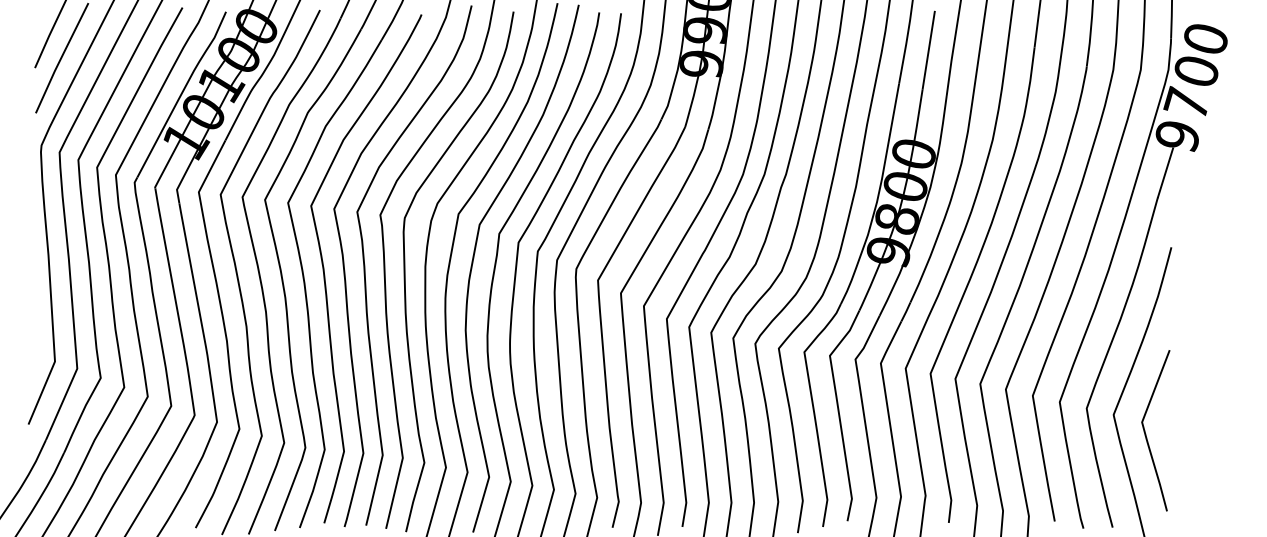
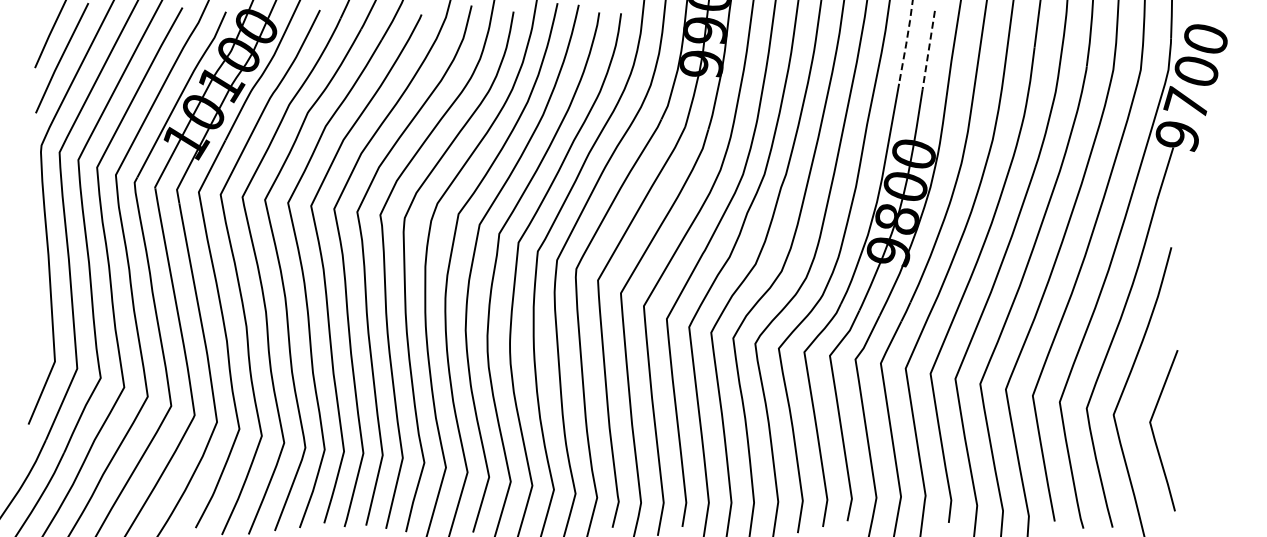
line at (906, 43): solid -> dashed
line at (928, 50): solid -> dashed
curve at (1146, 434) position: (1146, 434) -> (1154, 434)
